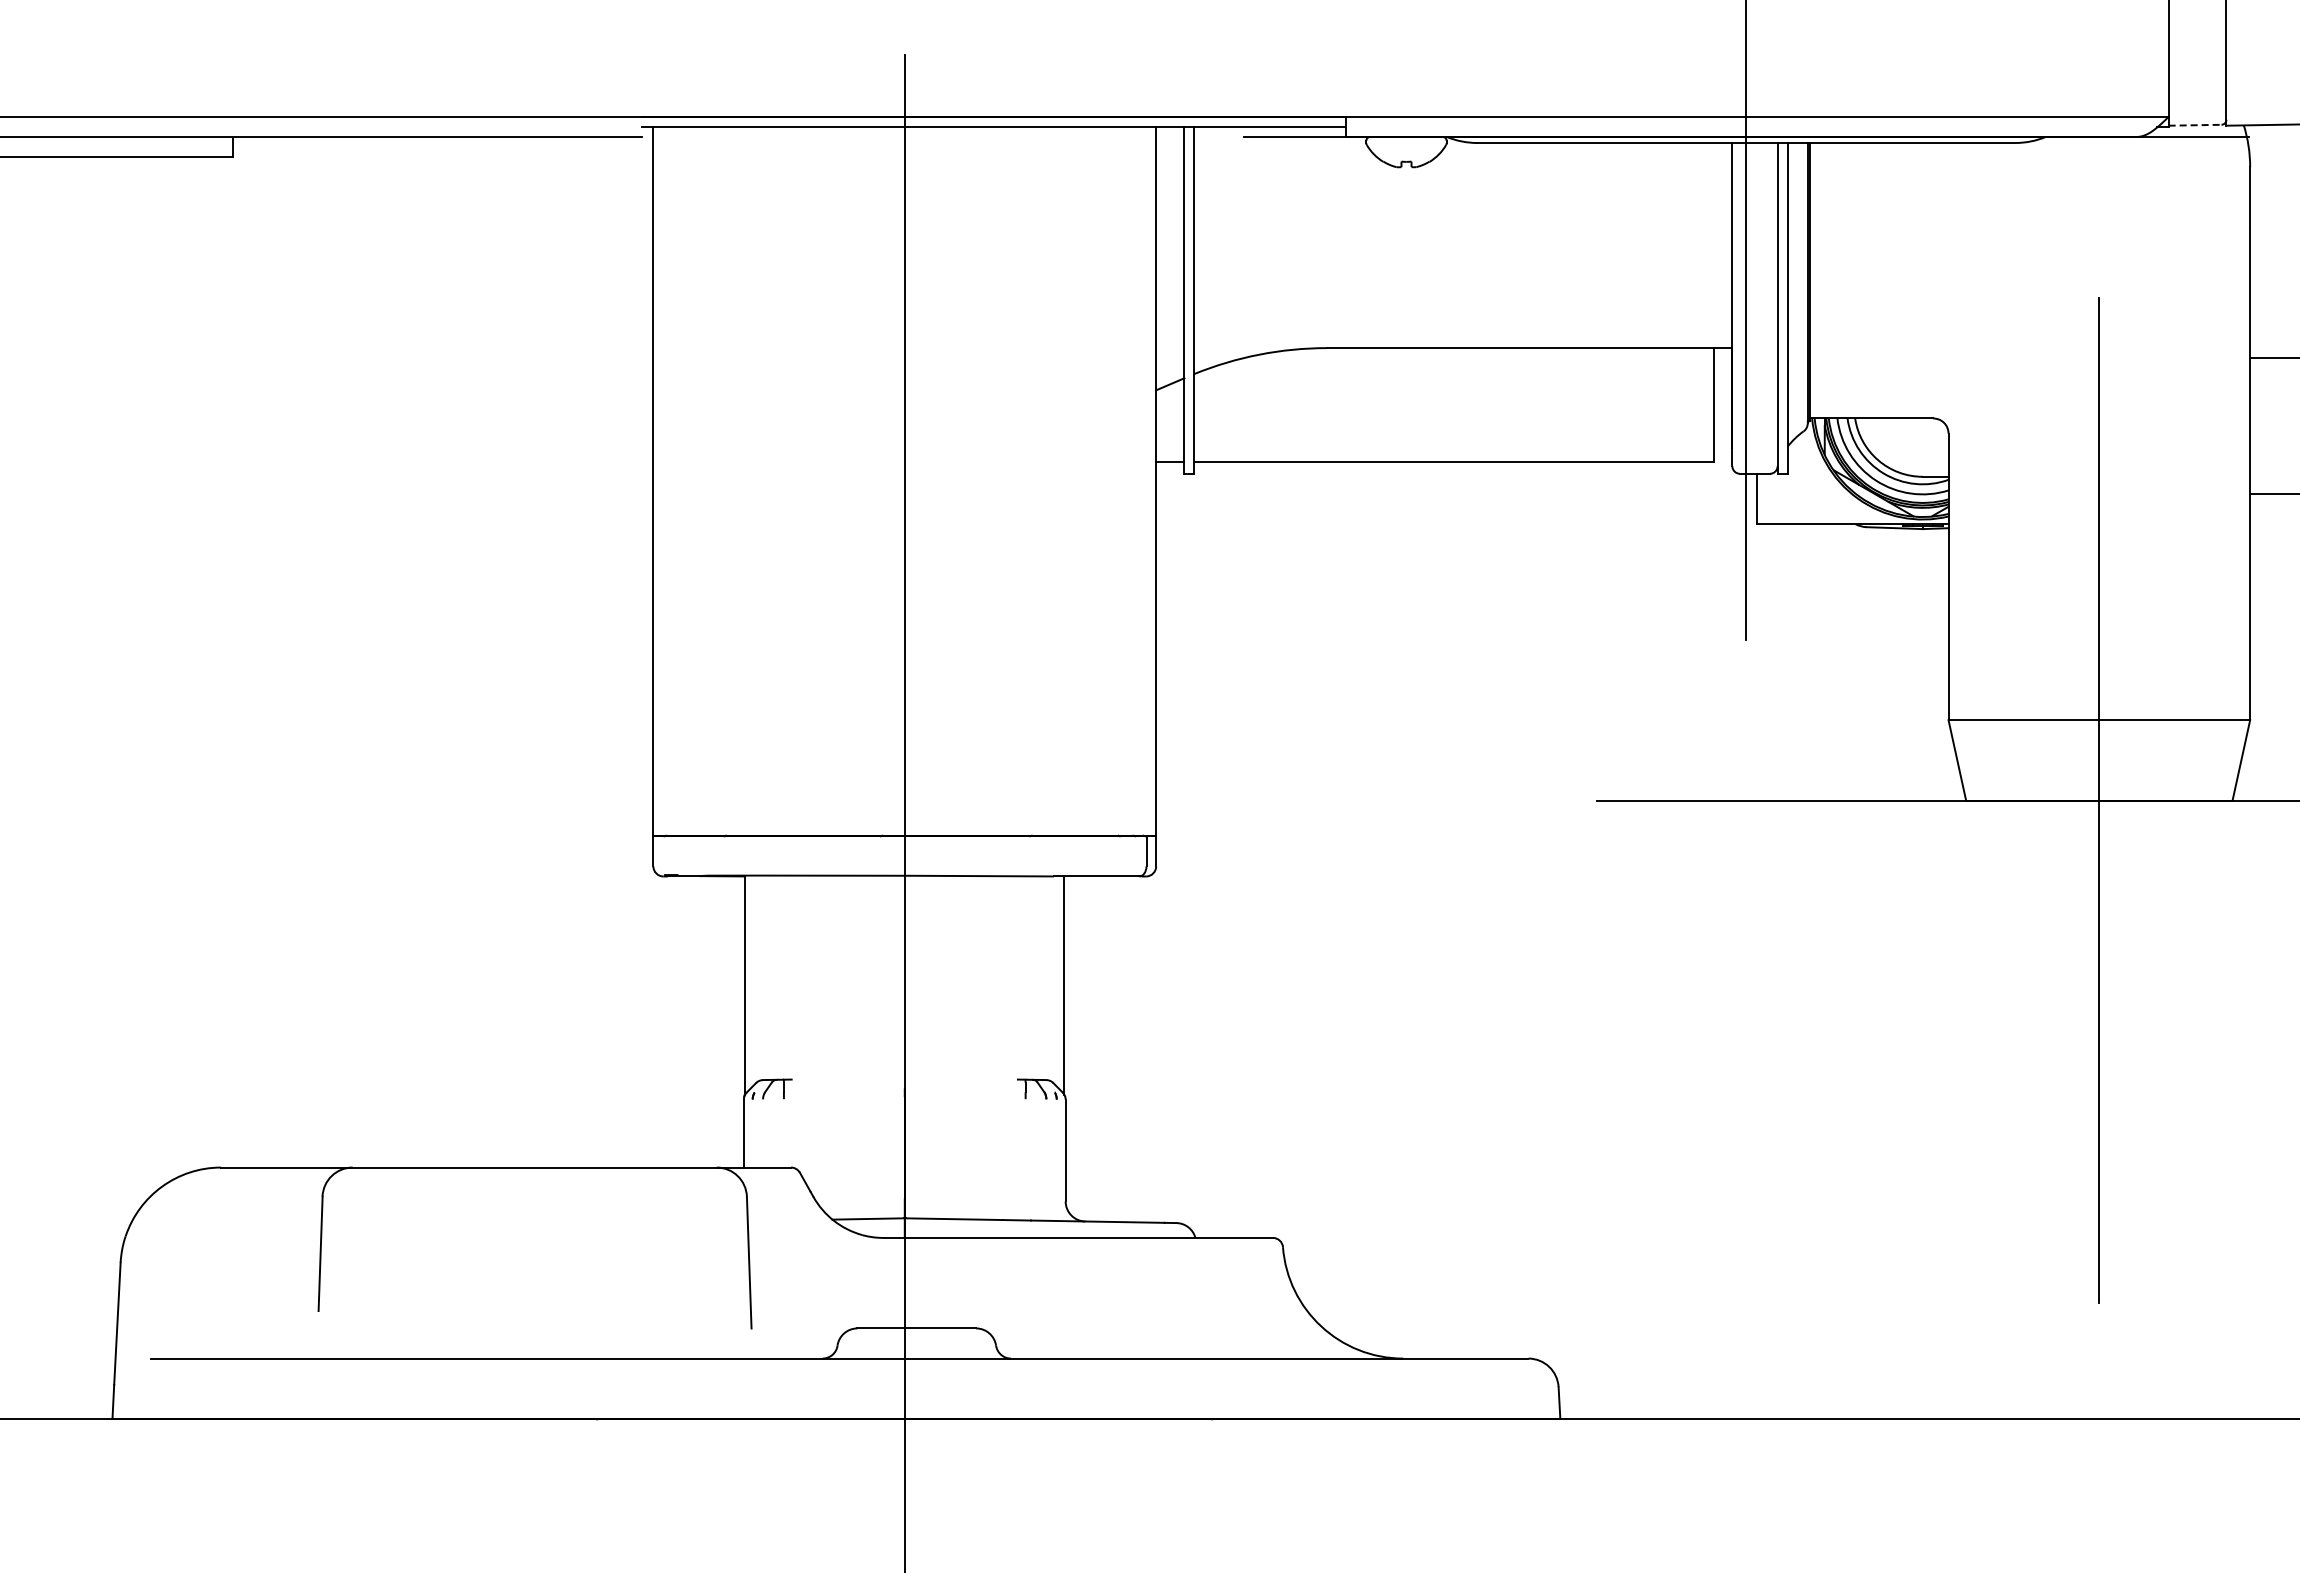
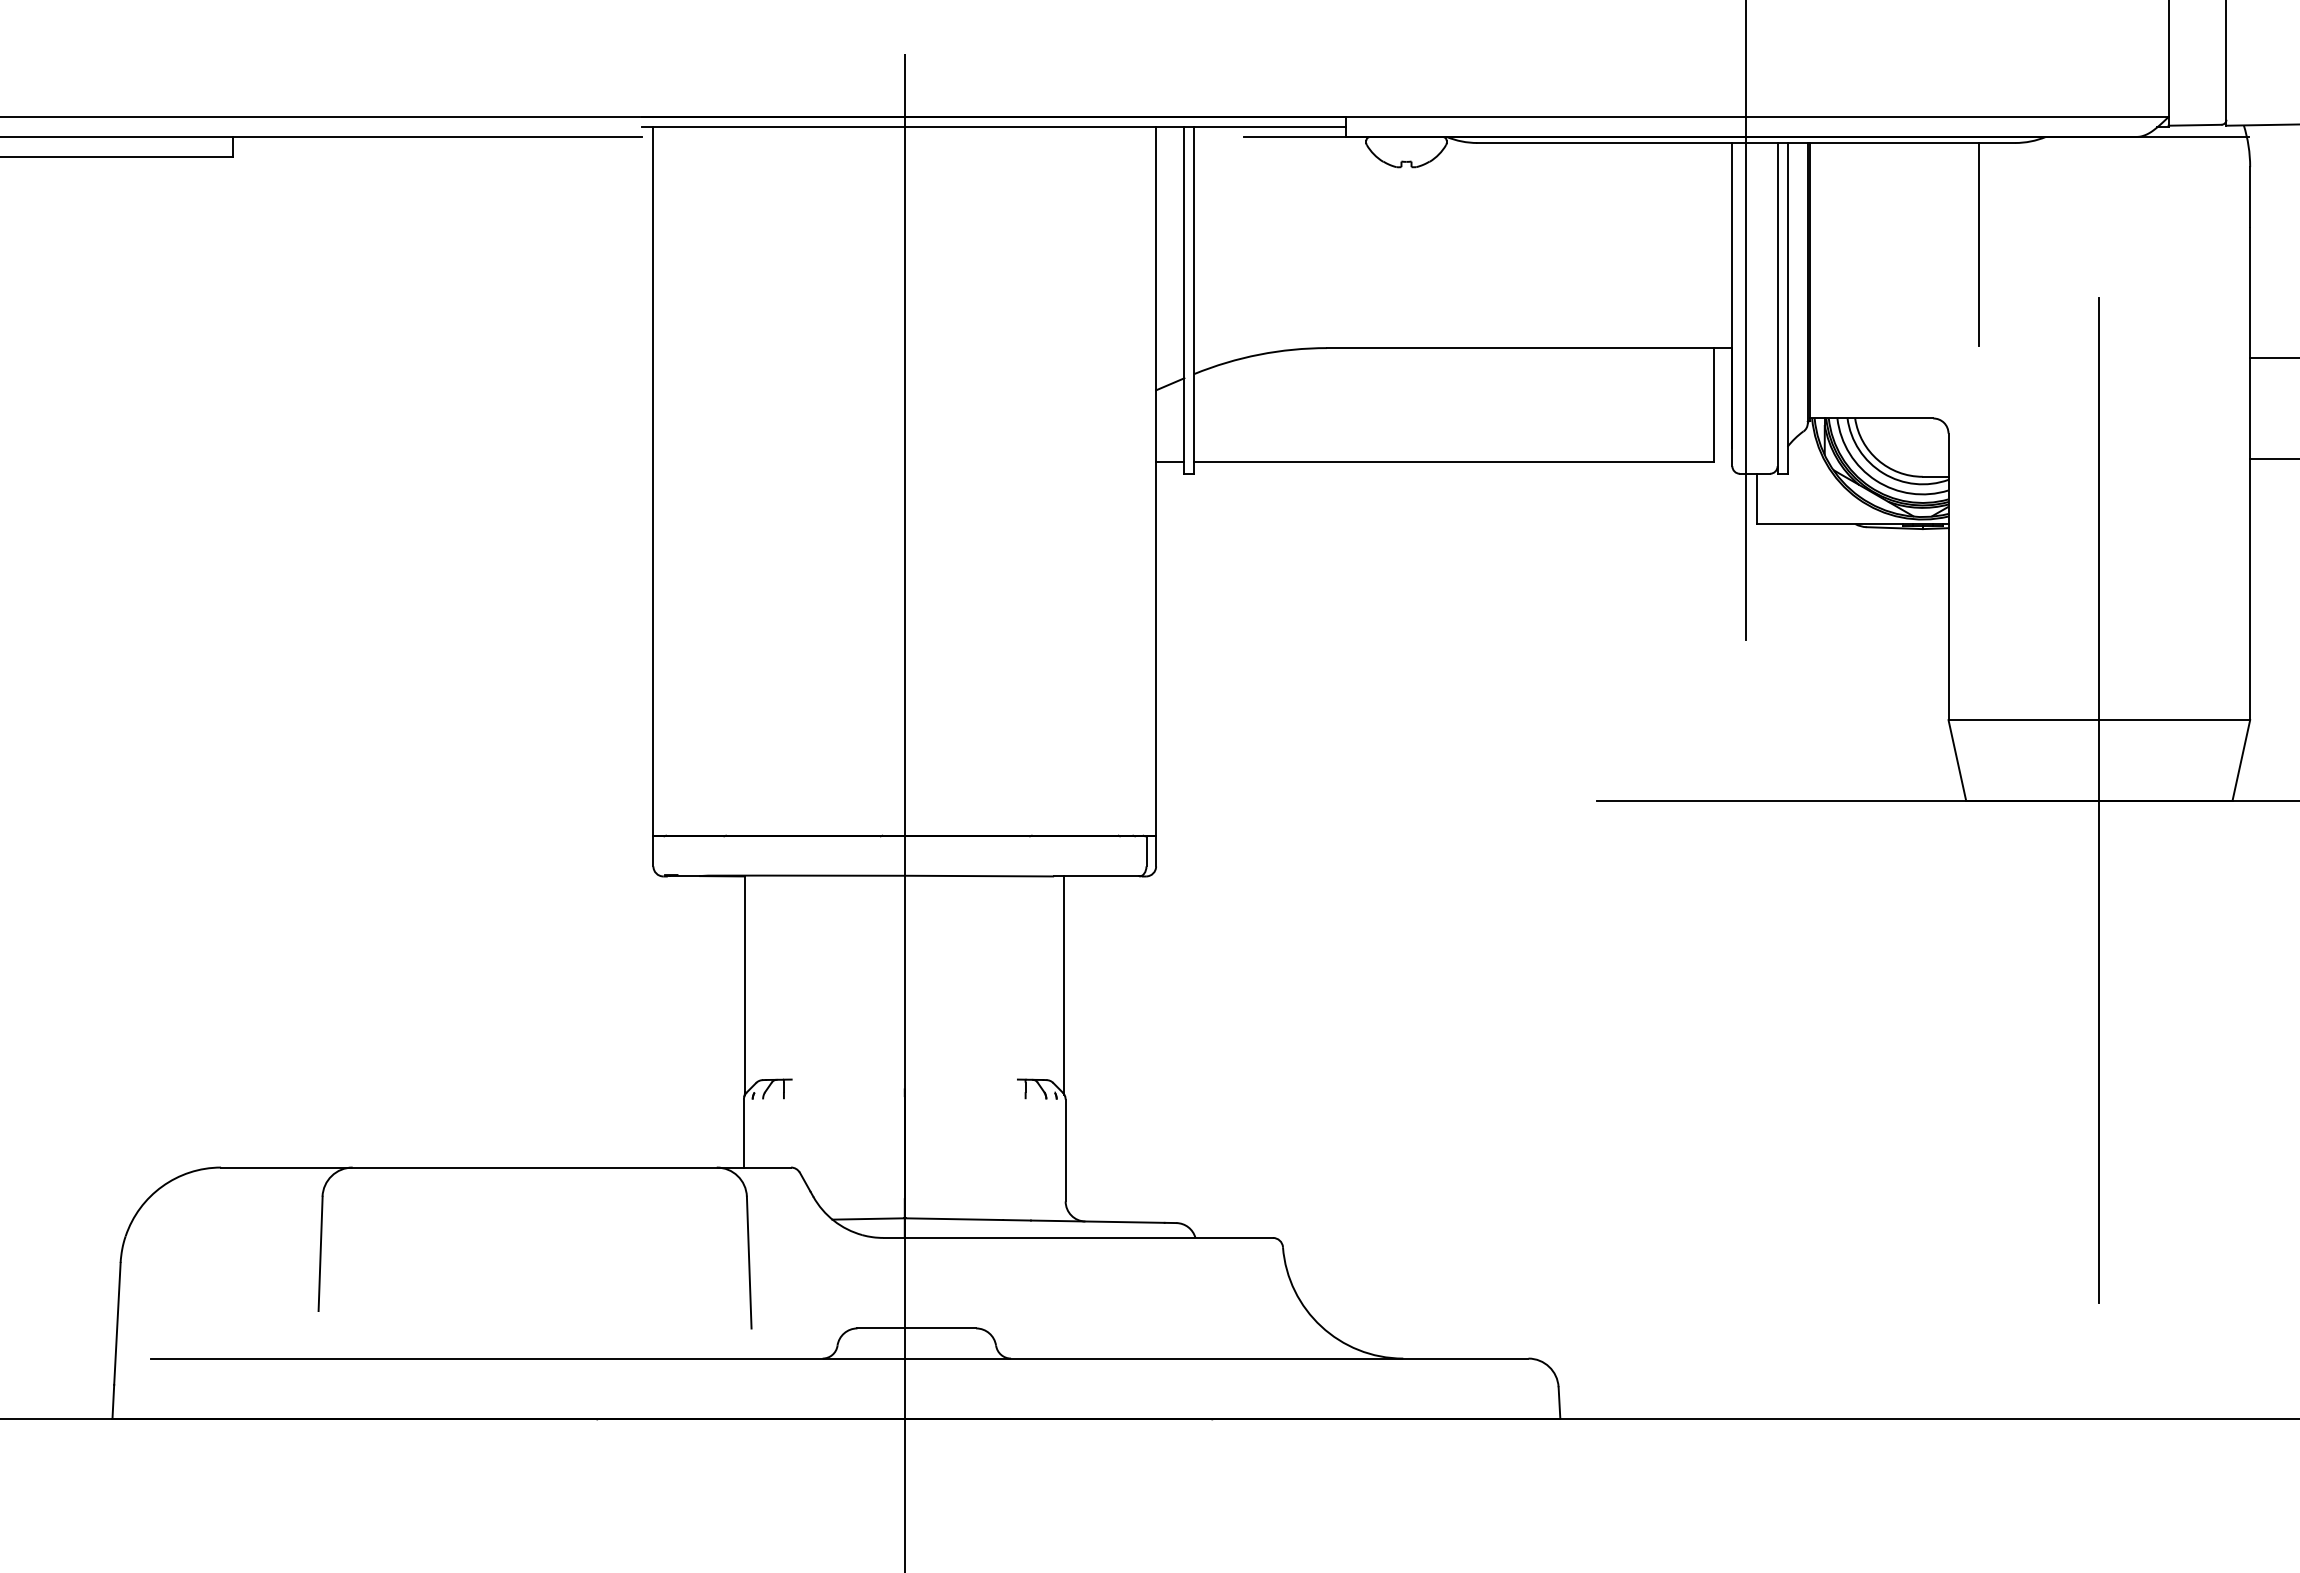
line at (2195, 125): dashed -> solid
line at (1978, 244): none -> present
line at (2273, 493) position: (2273, 493) -> (2273, 458)
